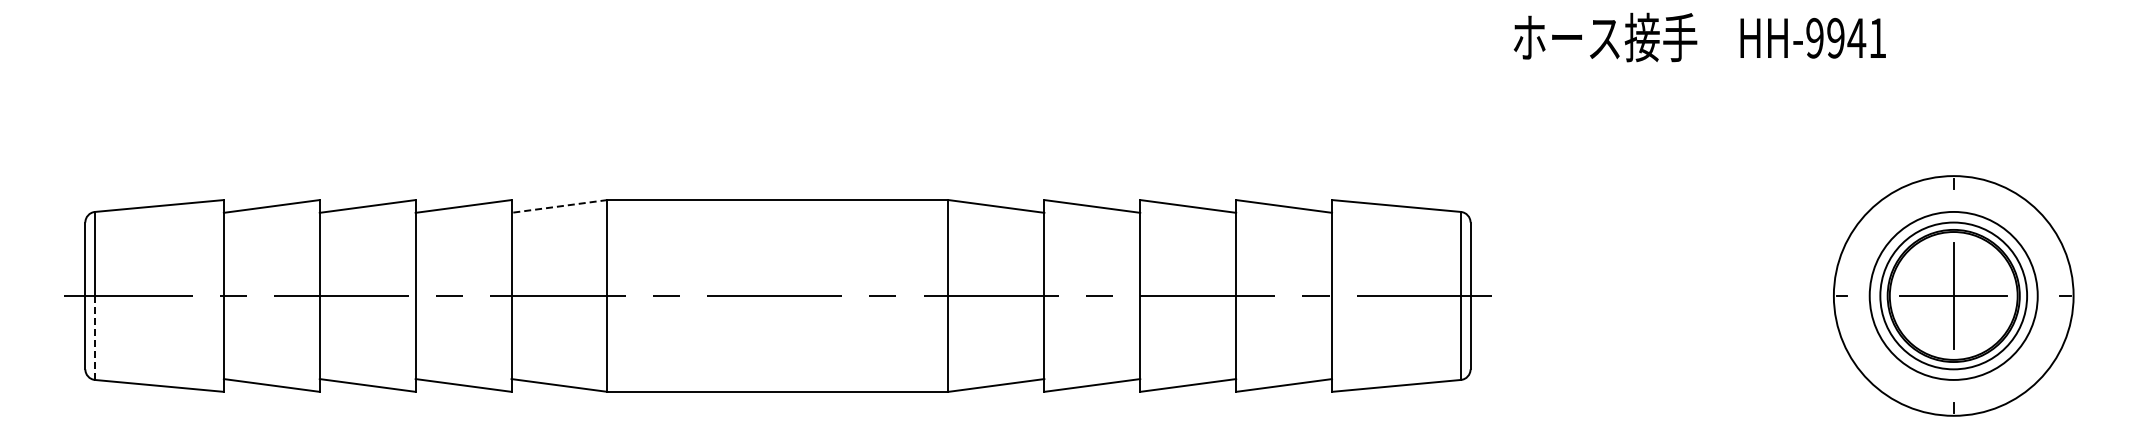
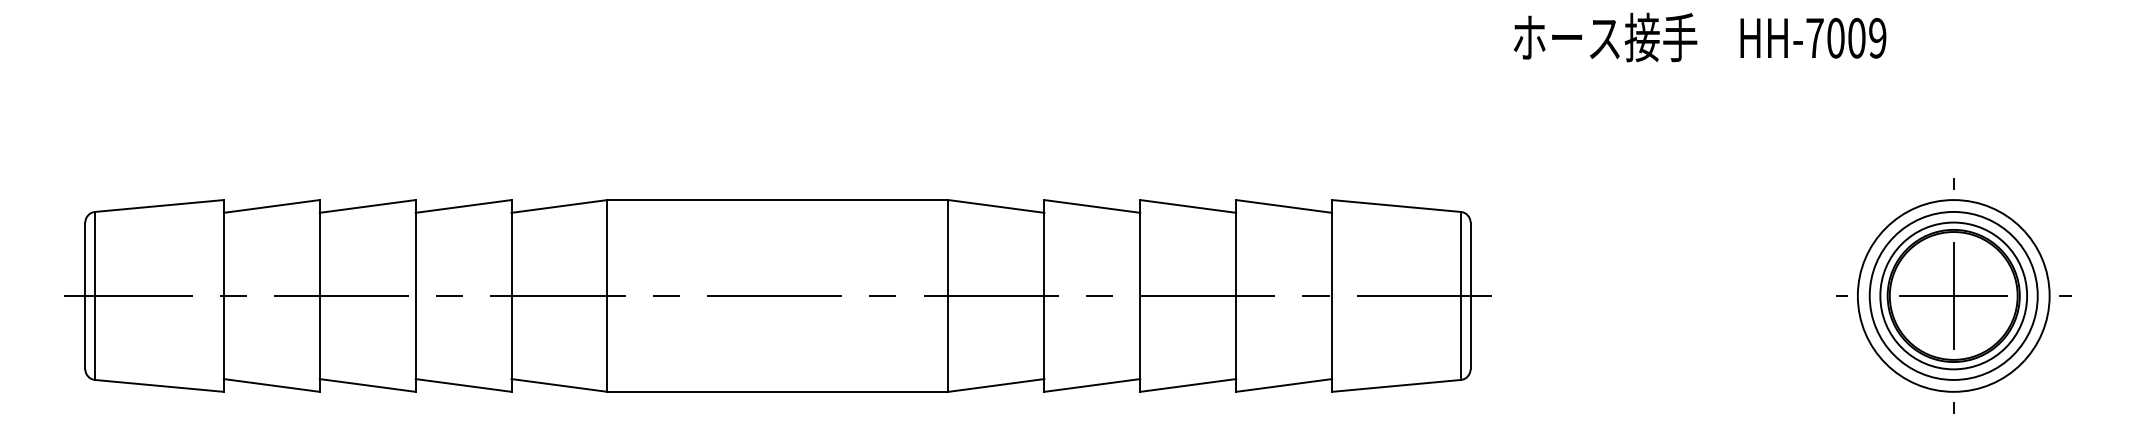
text at (1846, 37): HH-9941 -> HH-7009
line at (559, 206): dashed -> solid
circle at (1953, 295) diameter: 240 px -> 192 px
line at (95, 338): dashed -> solid
